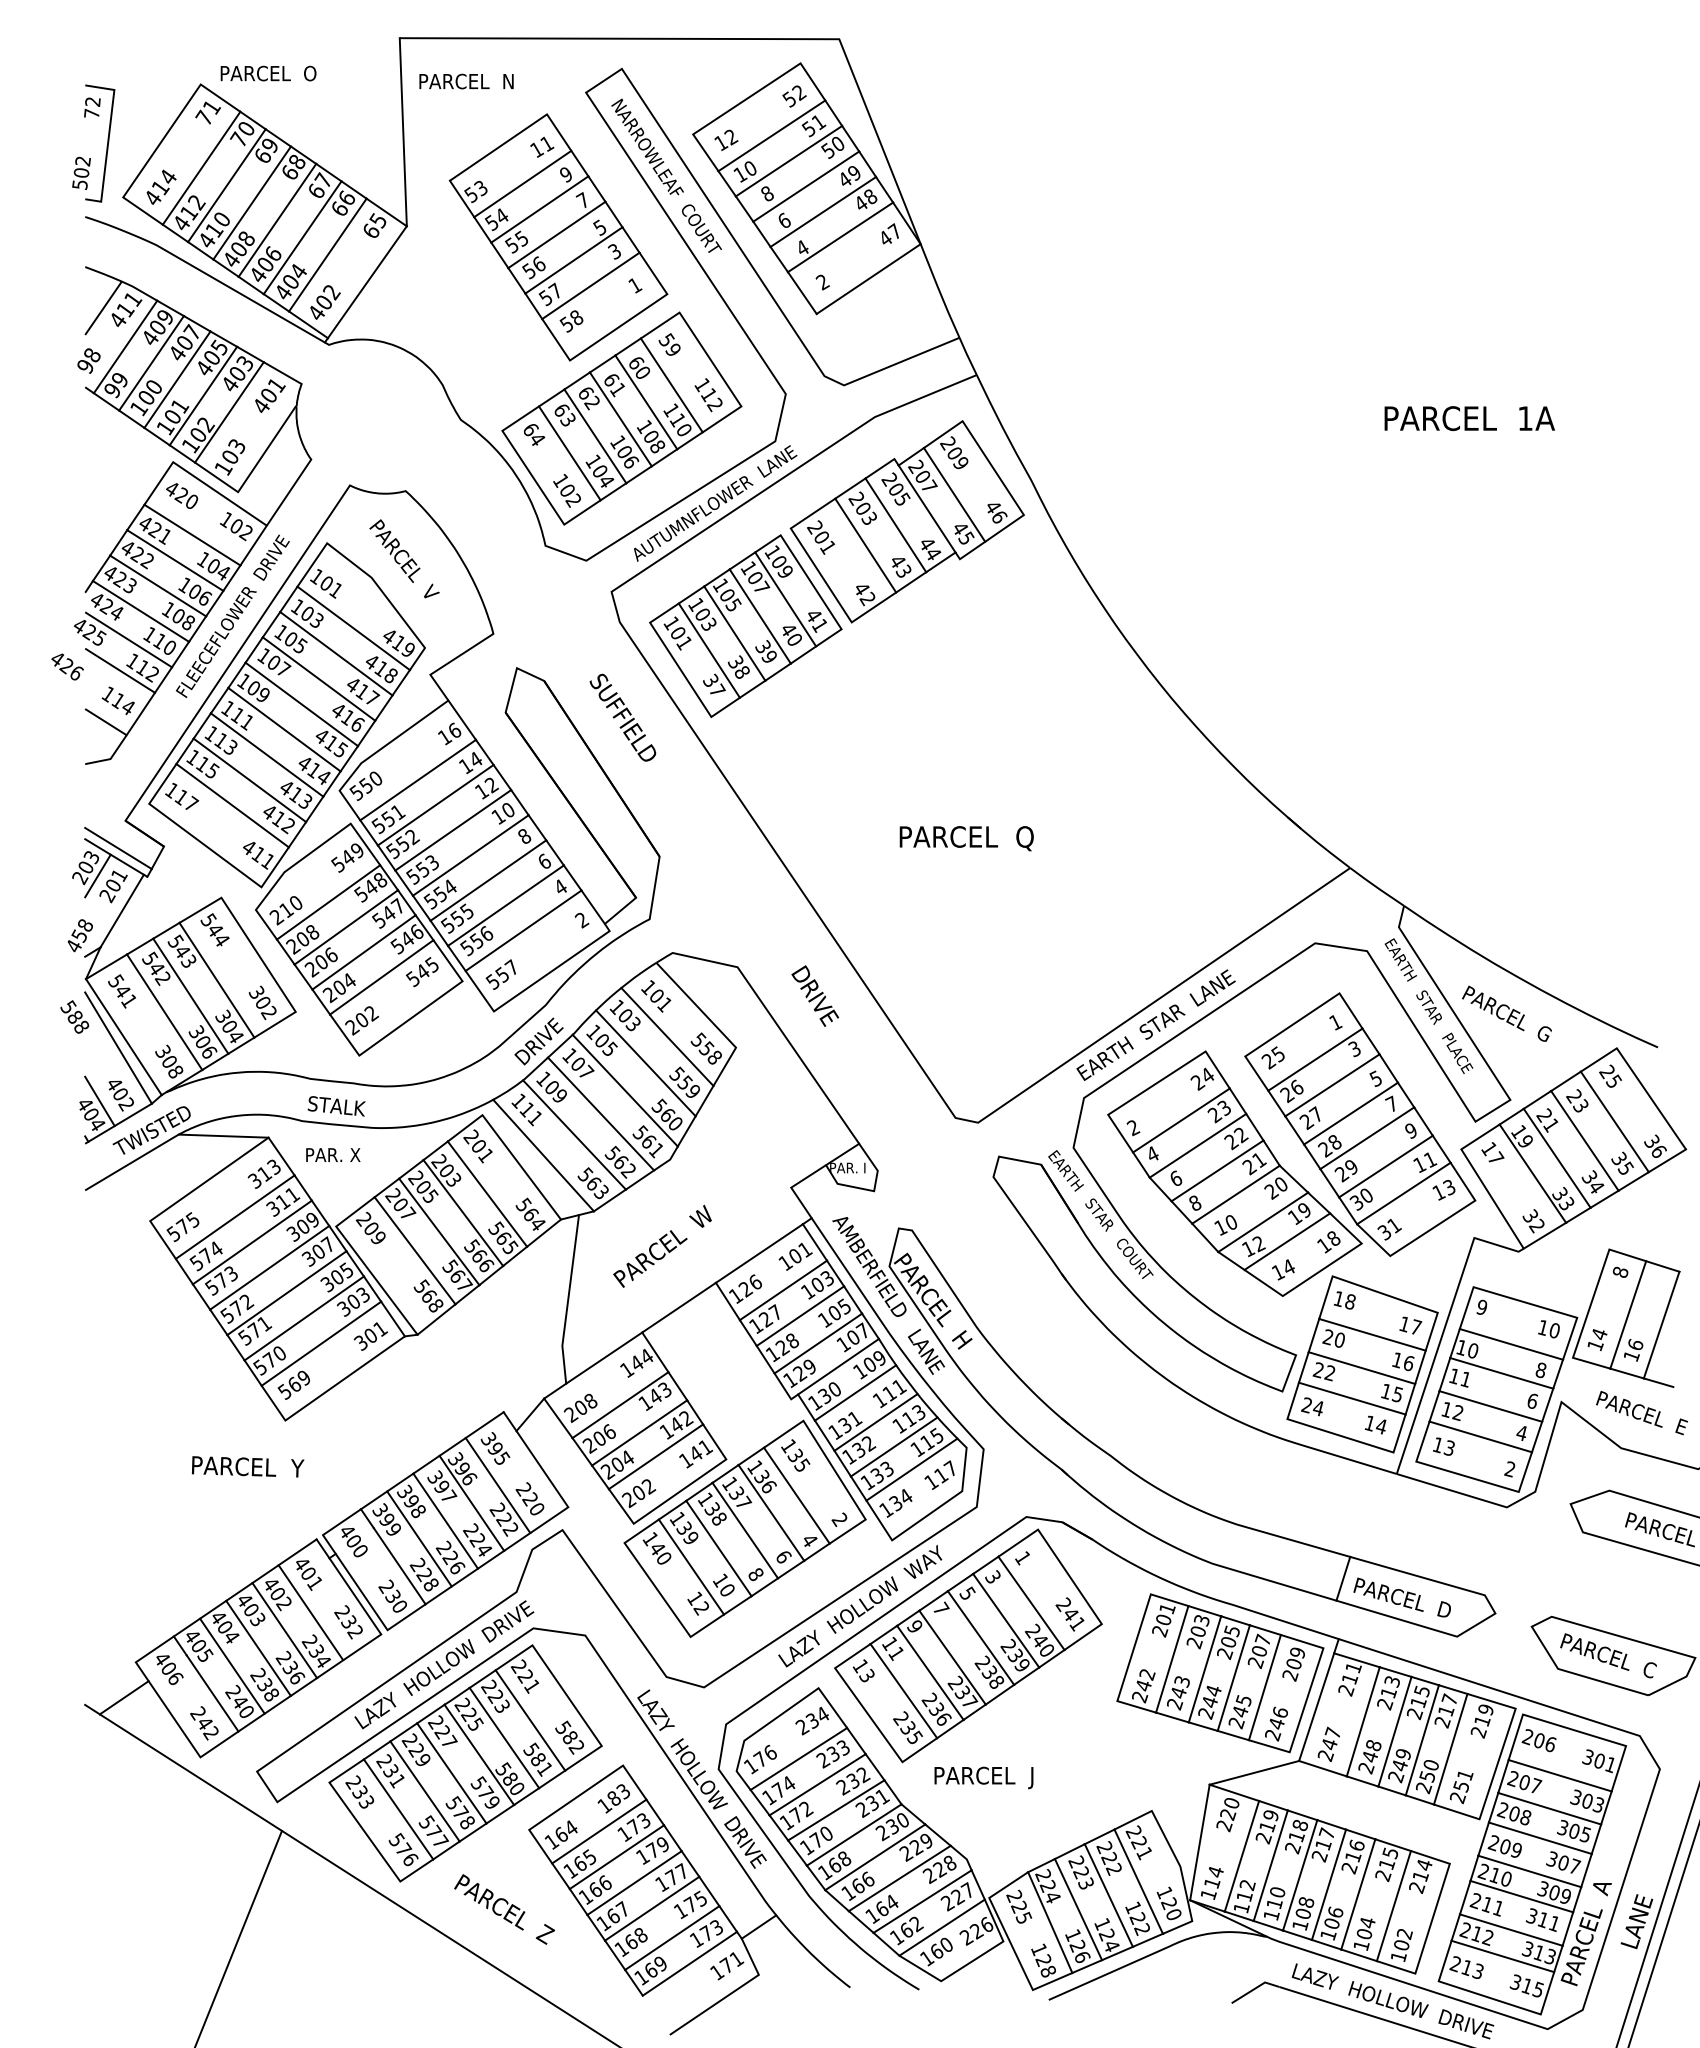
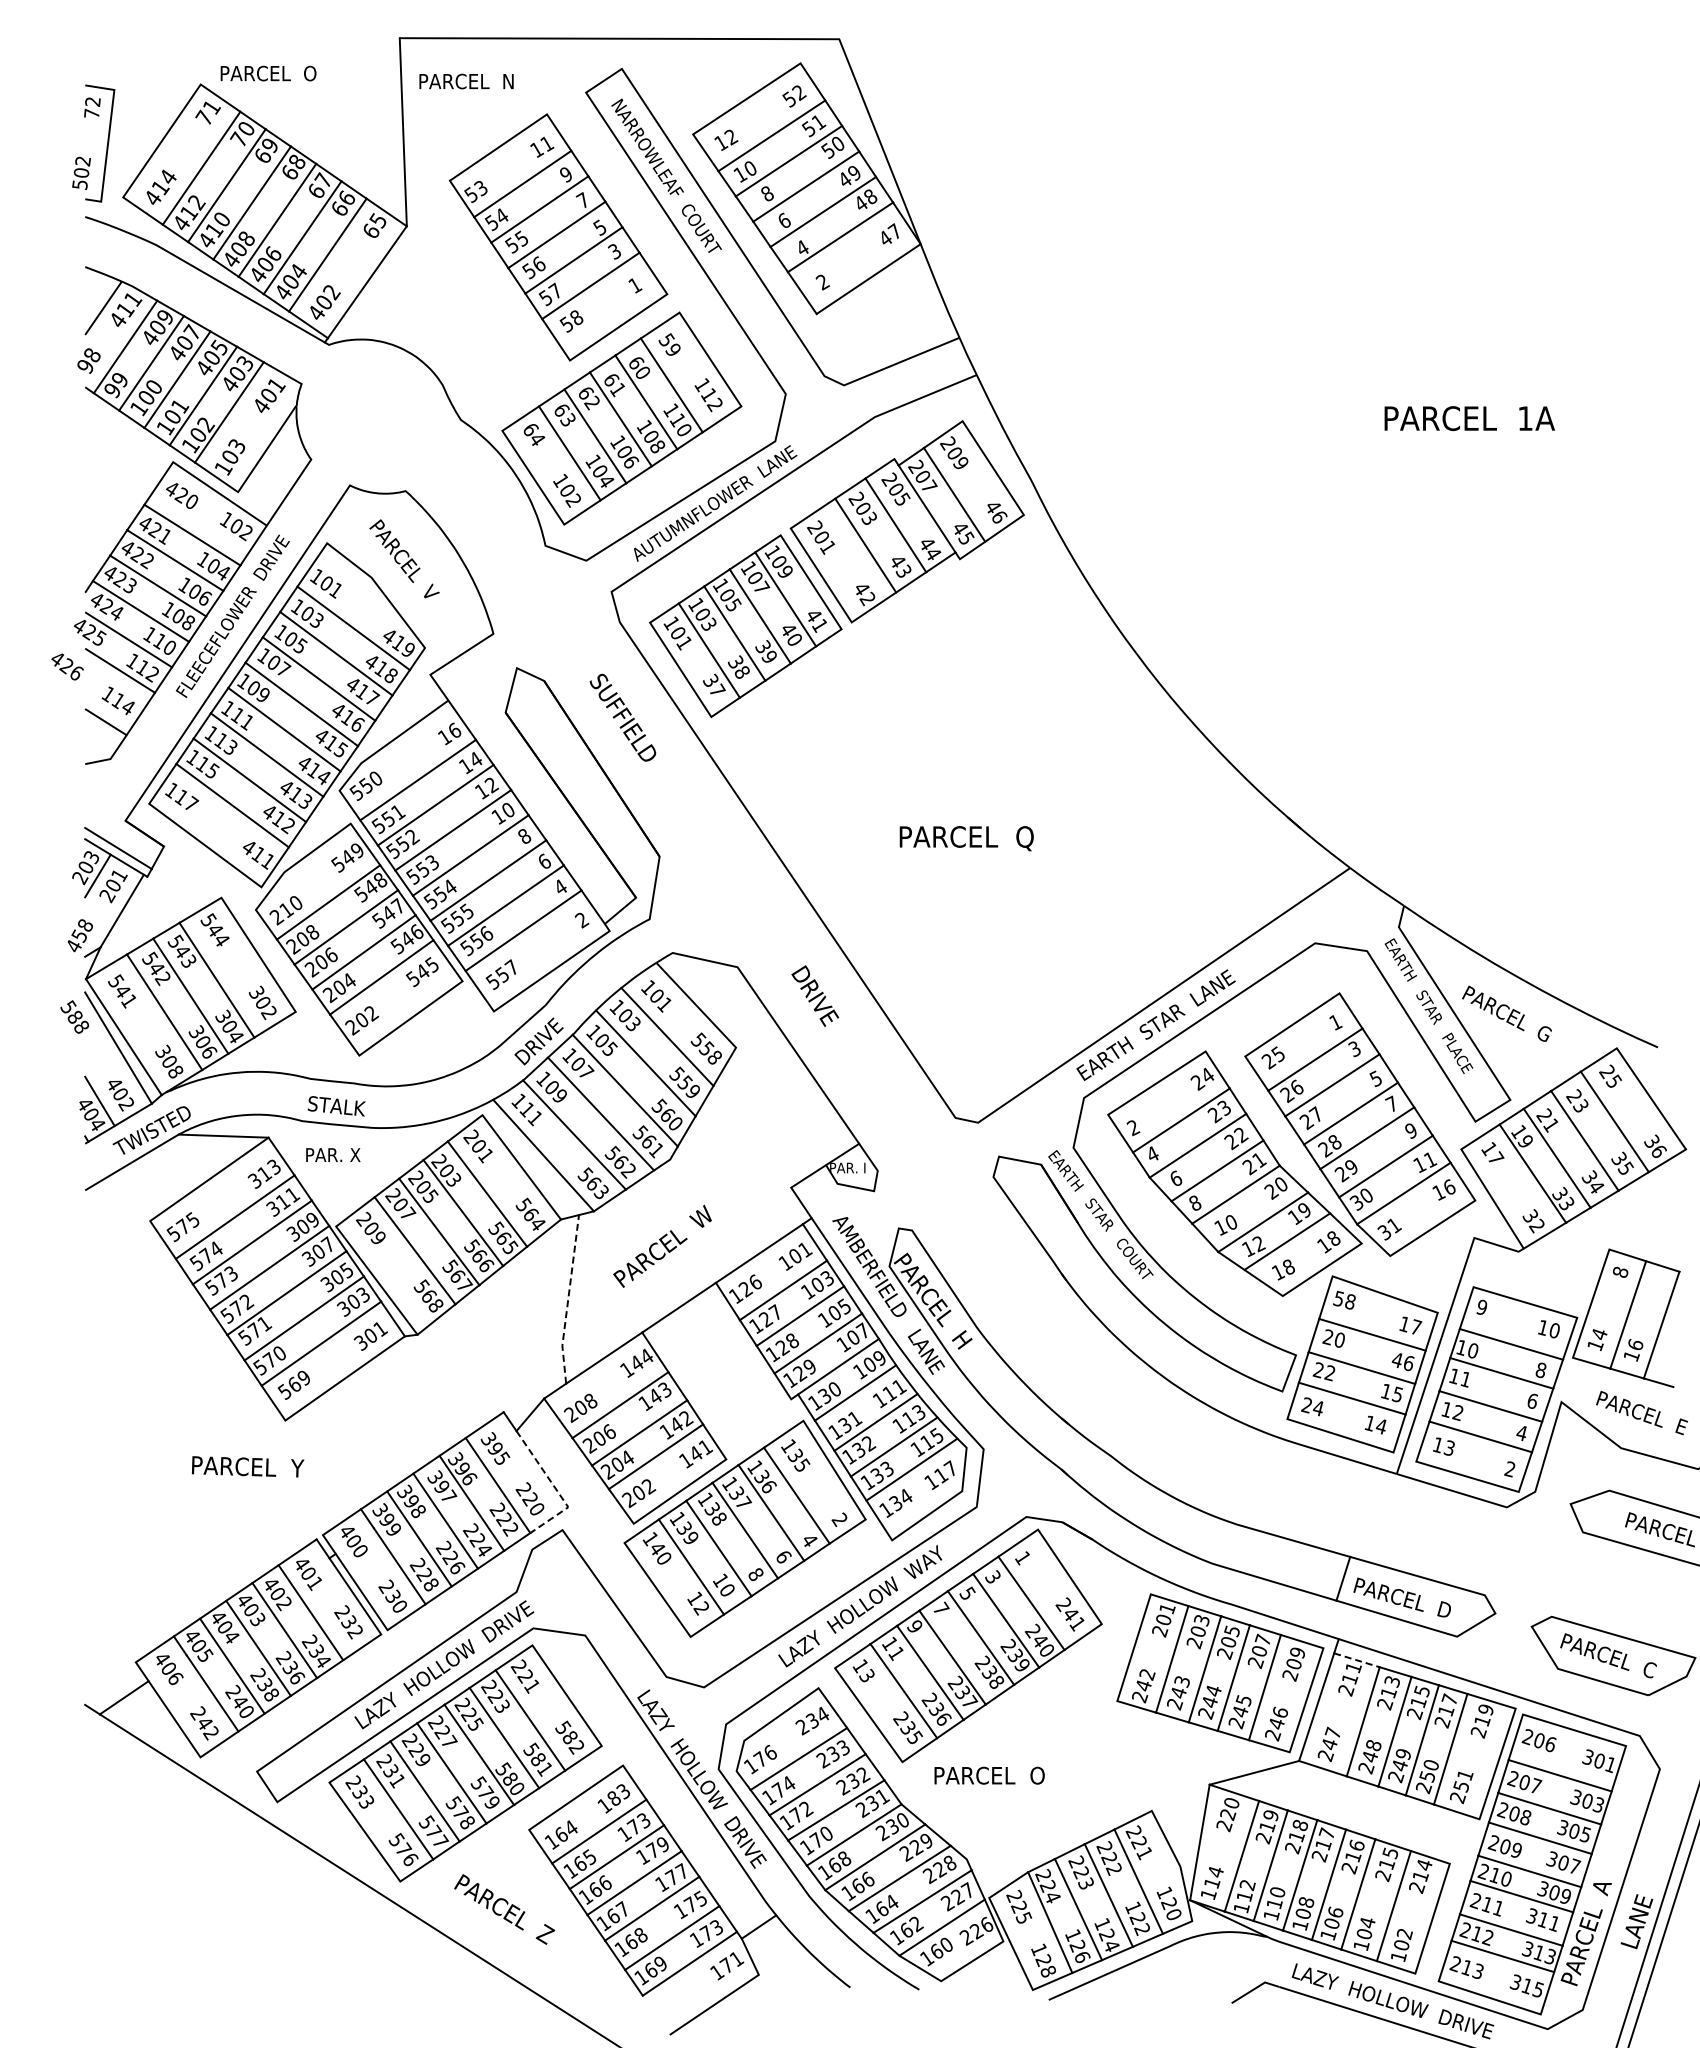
text at (1449, 1187): 13 -> 16
text at (1288, 1266): 14 -> 18
text at (1338, 1298): 18 -> 58
line at (568, 1300): solid -> dashed
text at (1396, 1360): 16 -> 46
line at (555, 1488): solid -> dashed
line at (1356, 1660): solid -> dashed
text at (1036, 1777): PARCEL  J -> PARCEL  O
line at (238, 1937): present -> none
